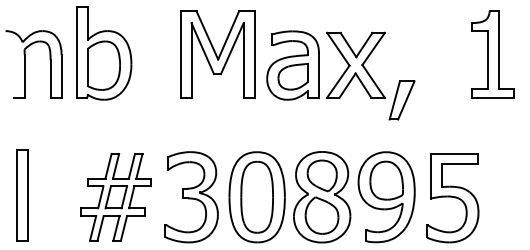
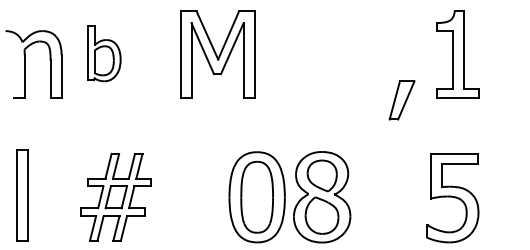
part at (104, 53) size: 57x95 px -> 35x58 px
part at (492, 54) position: (492, 54) -> (457, 54)
part at (325, 65): present -> none
part at (191, 197): present -> none
part at (386, 197): present -> none
